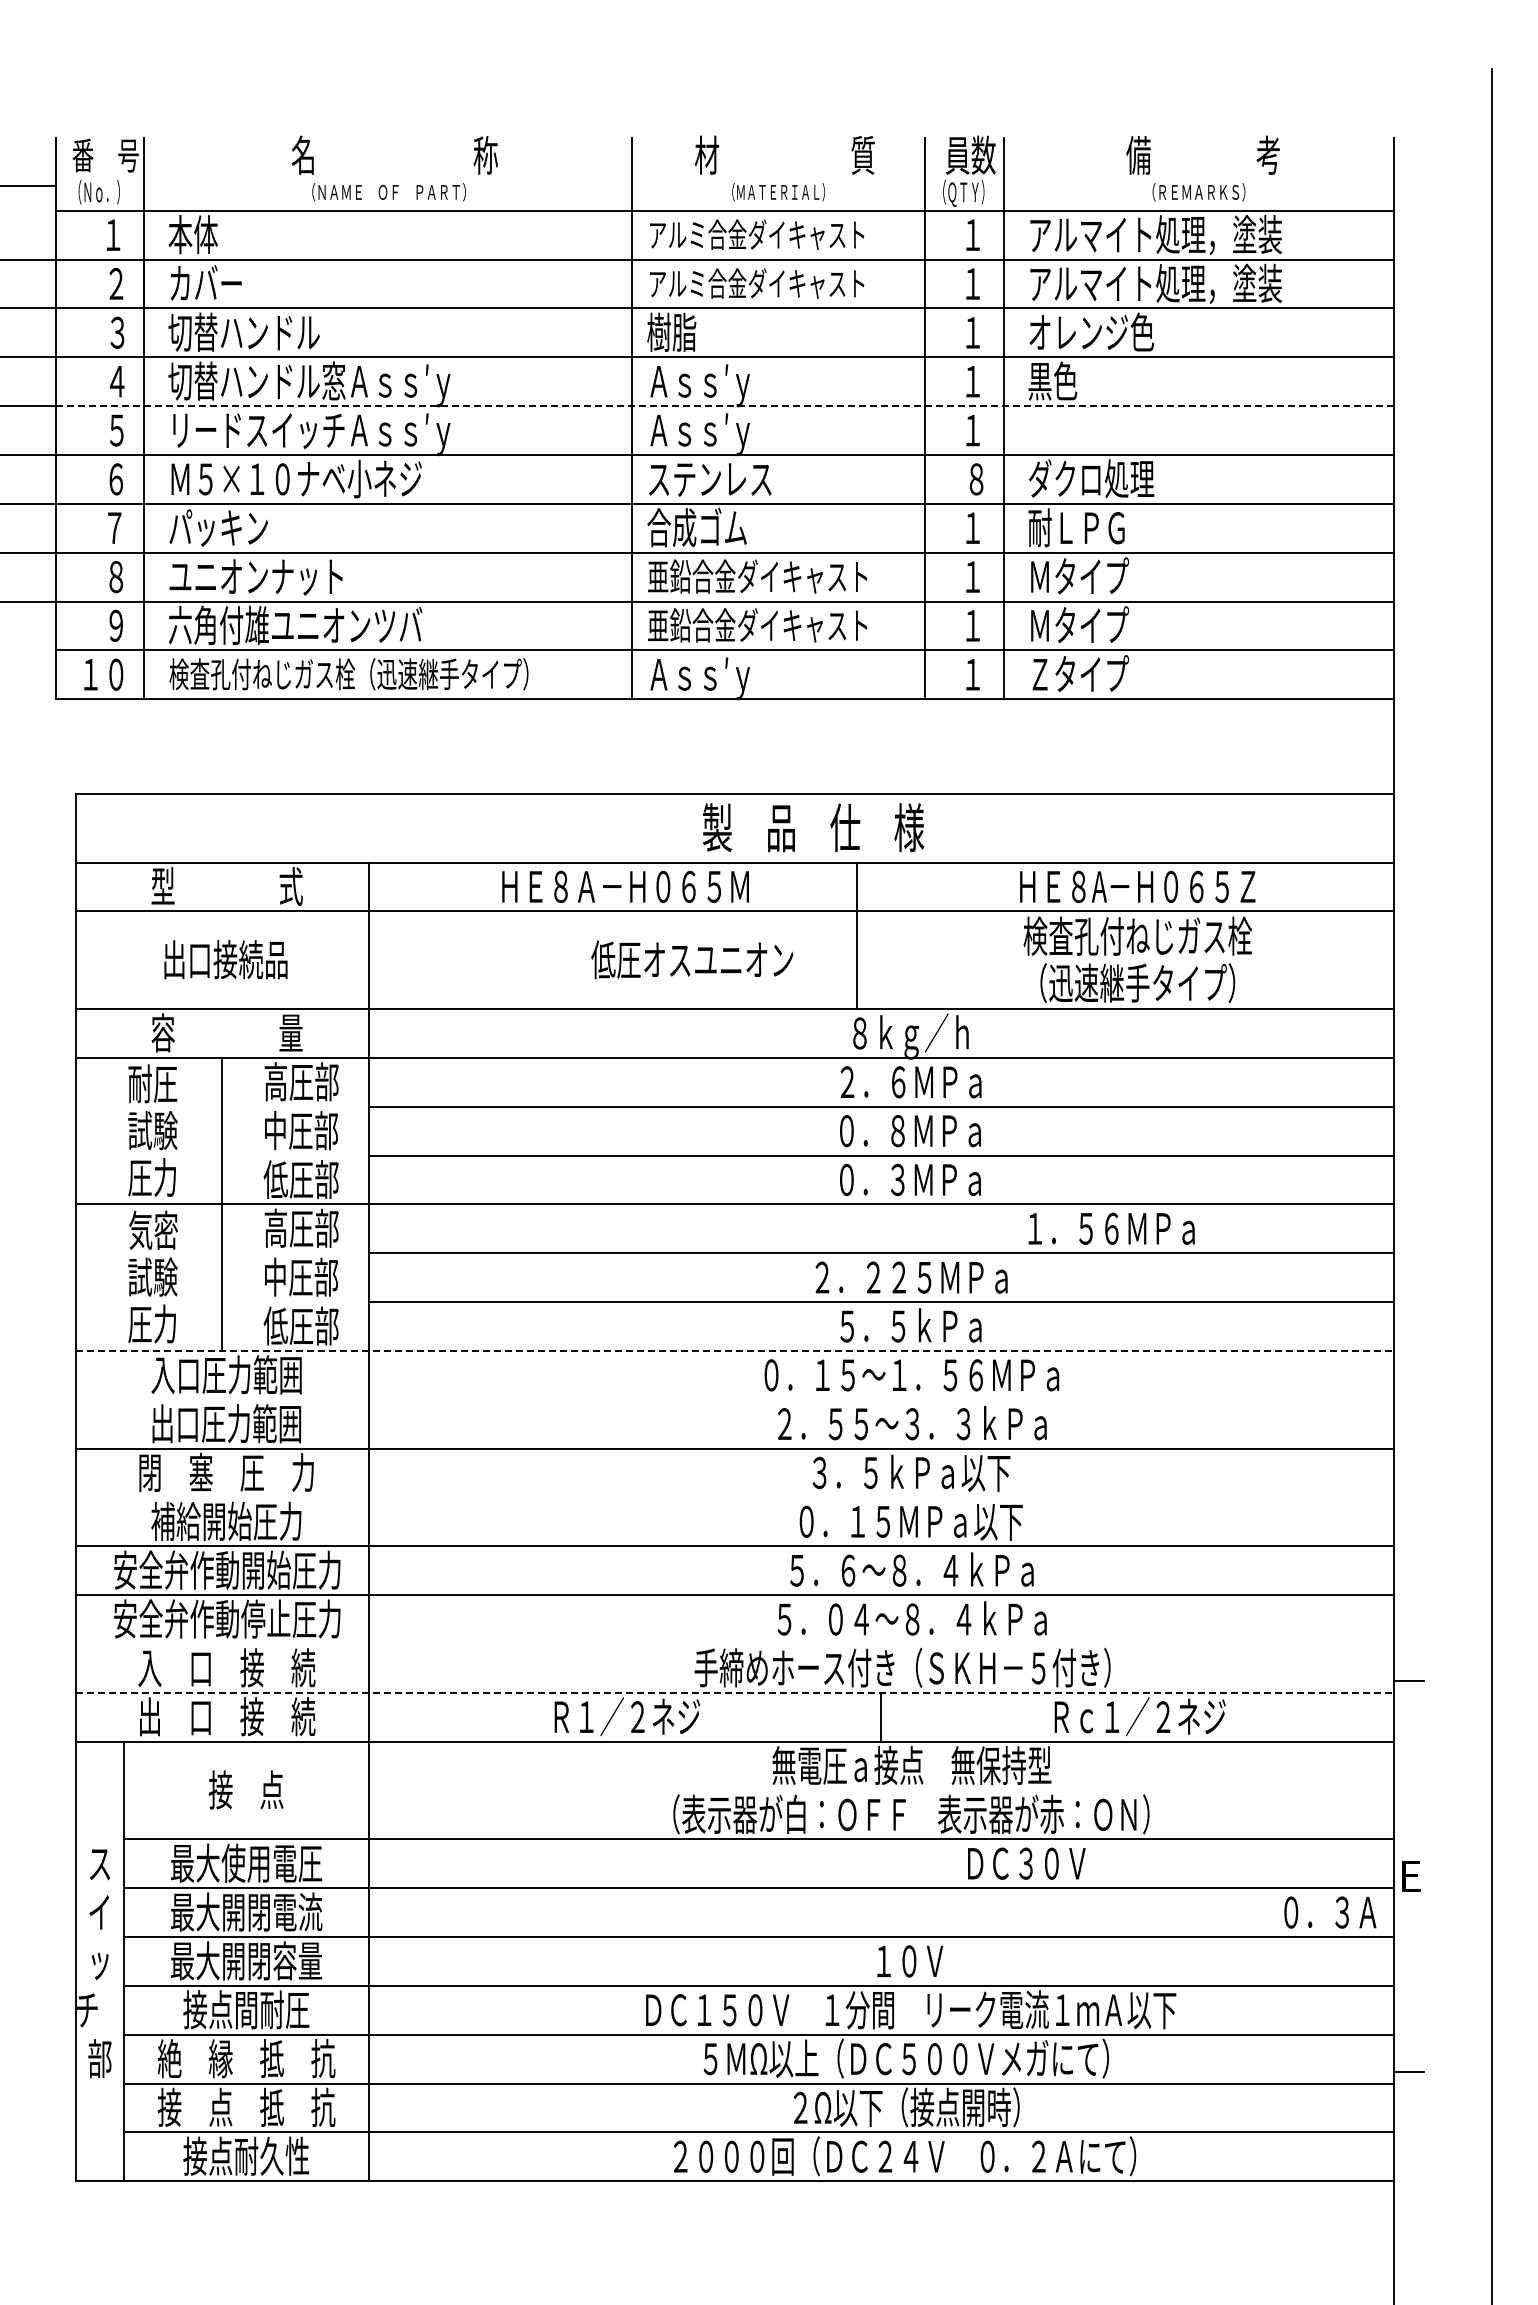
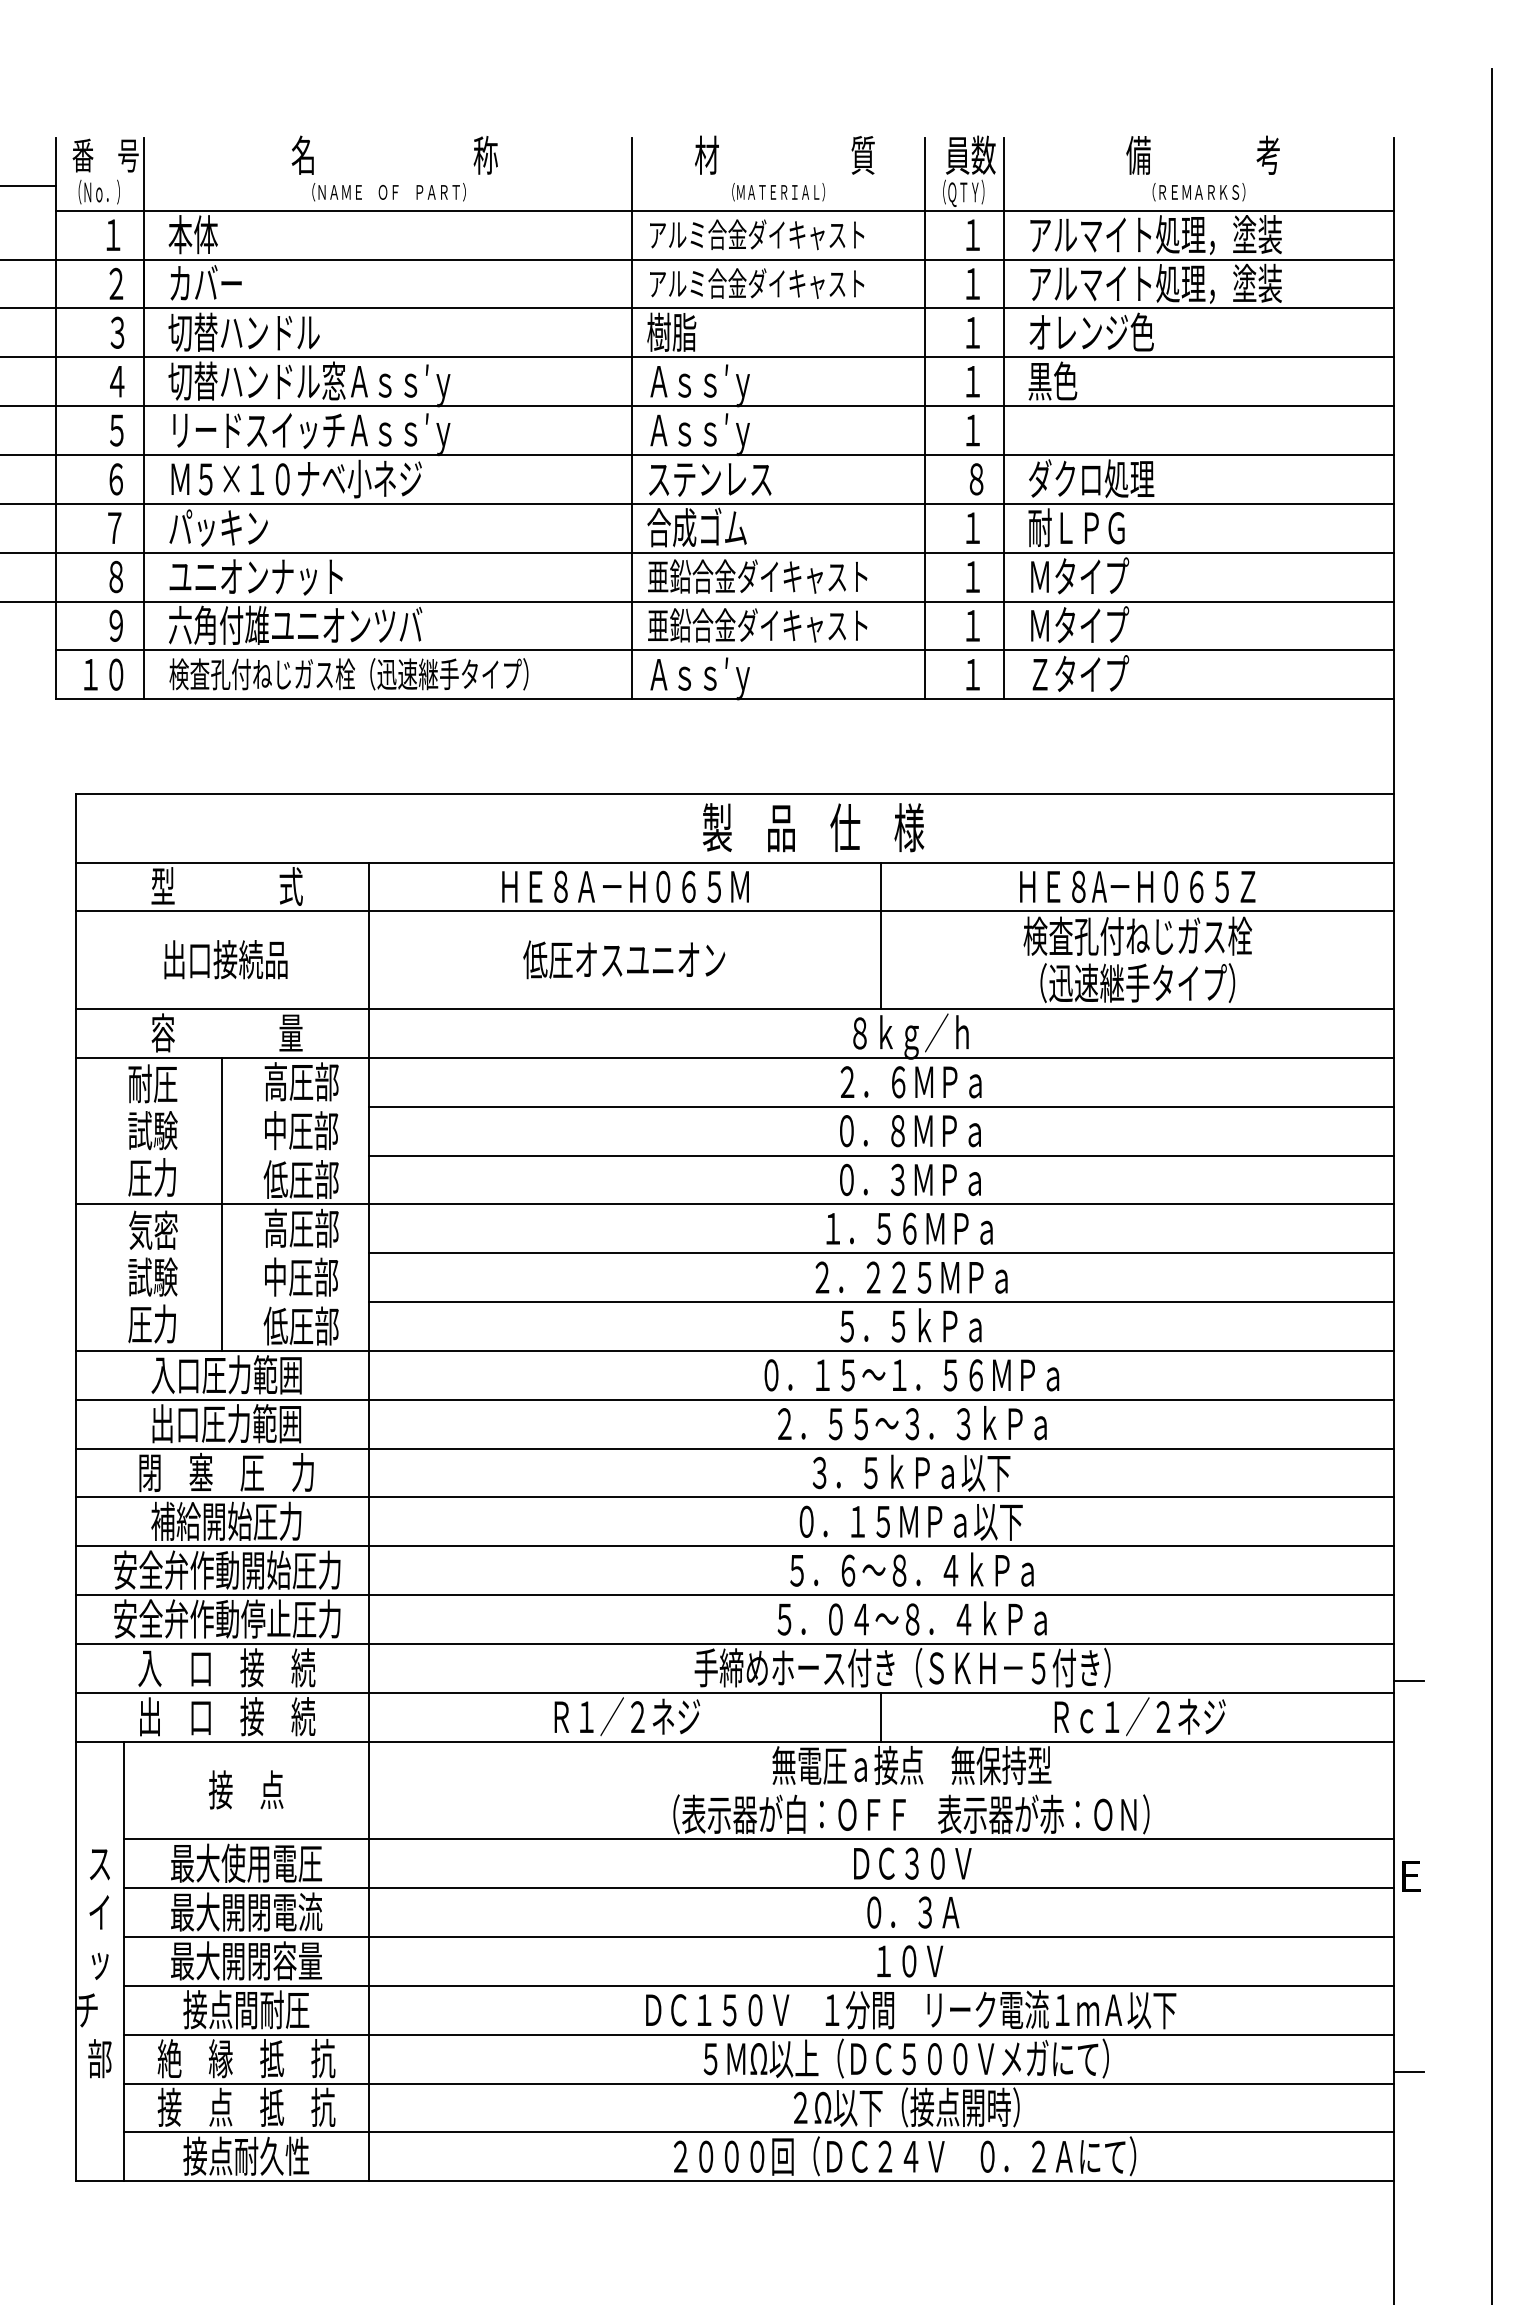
line at (725, 406): dashed -> solid
line at (857, 935) position: (857, 935) -> (881, 935)
text at (692, 959) position: (692, 959) -> (624, 959)
text at (1111, 1228) position: (1111, 1228) -> (909, 1228)
line at (735, 1350): dashed -> solid
line at (734, 1399): none -> present
line at (734, 1497): none -> present
line at (734, 1644): none -> present
line at (735, 1692): dashed -> solid
text at (1026, 1863) position: (1026, 1863) -> (912, 1863)
text at (1330, 1912) position: (1330, 1912) -> (913, 1912)
